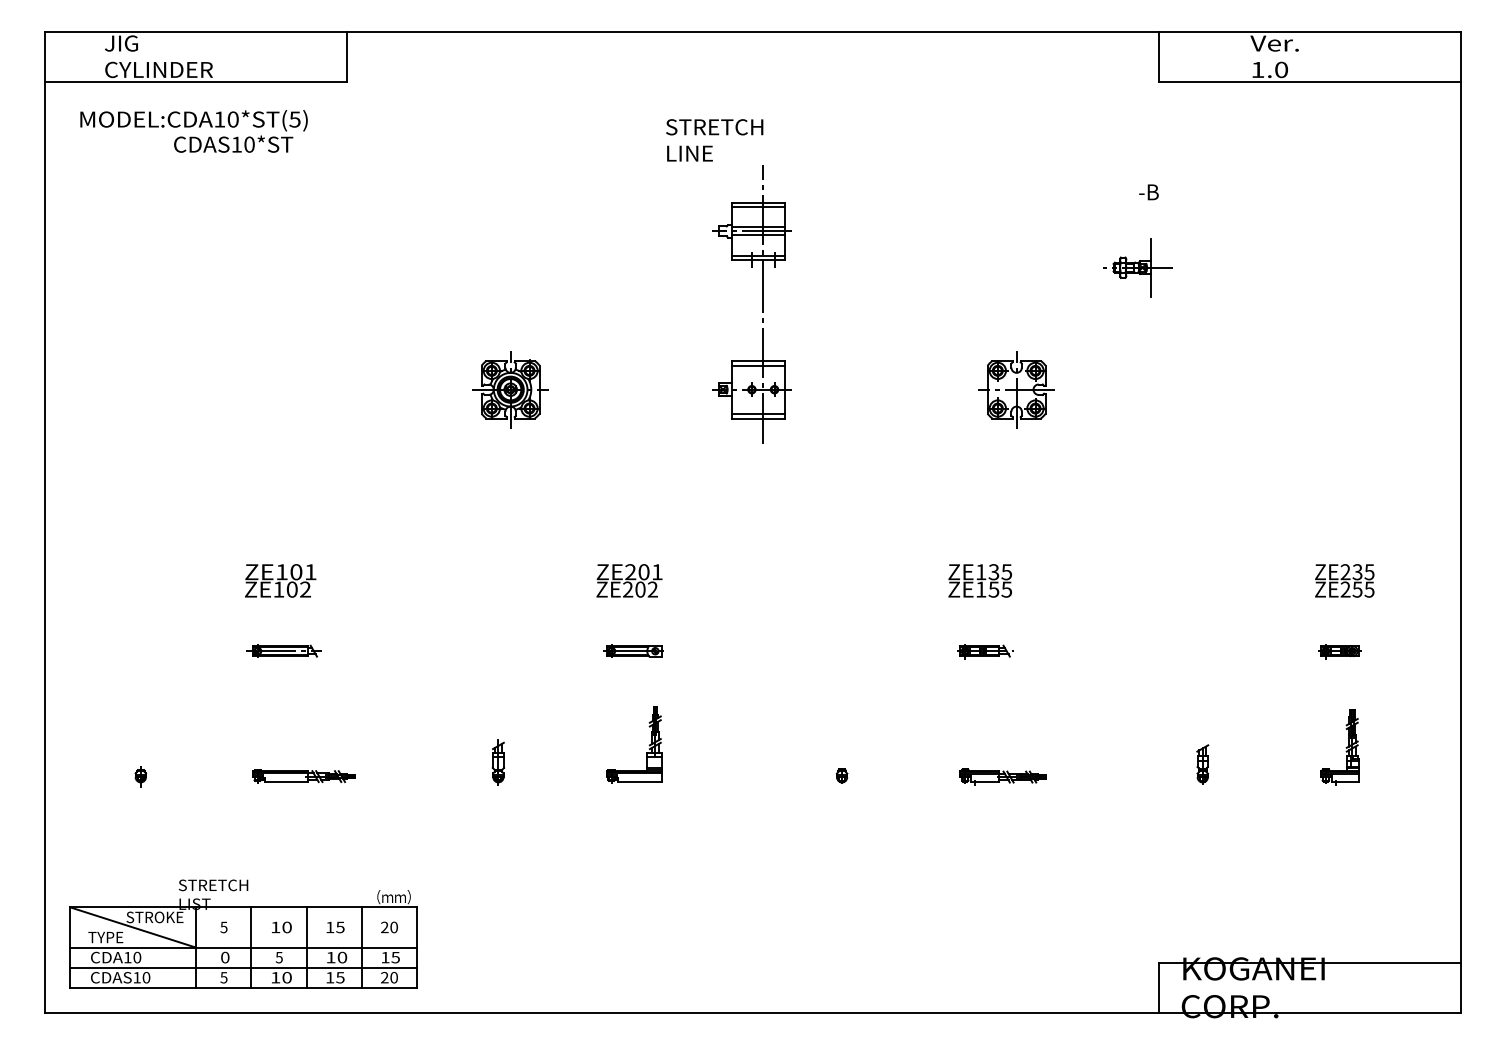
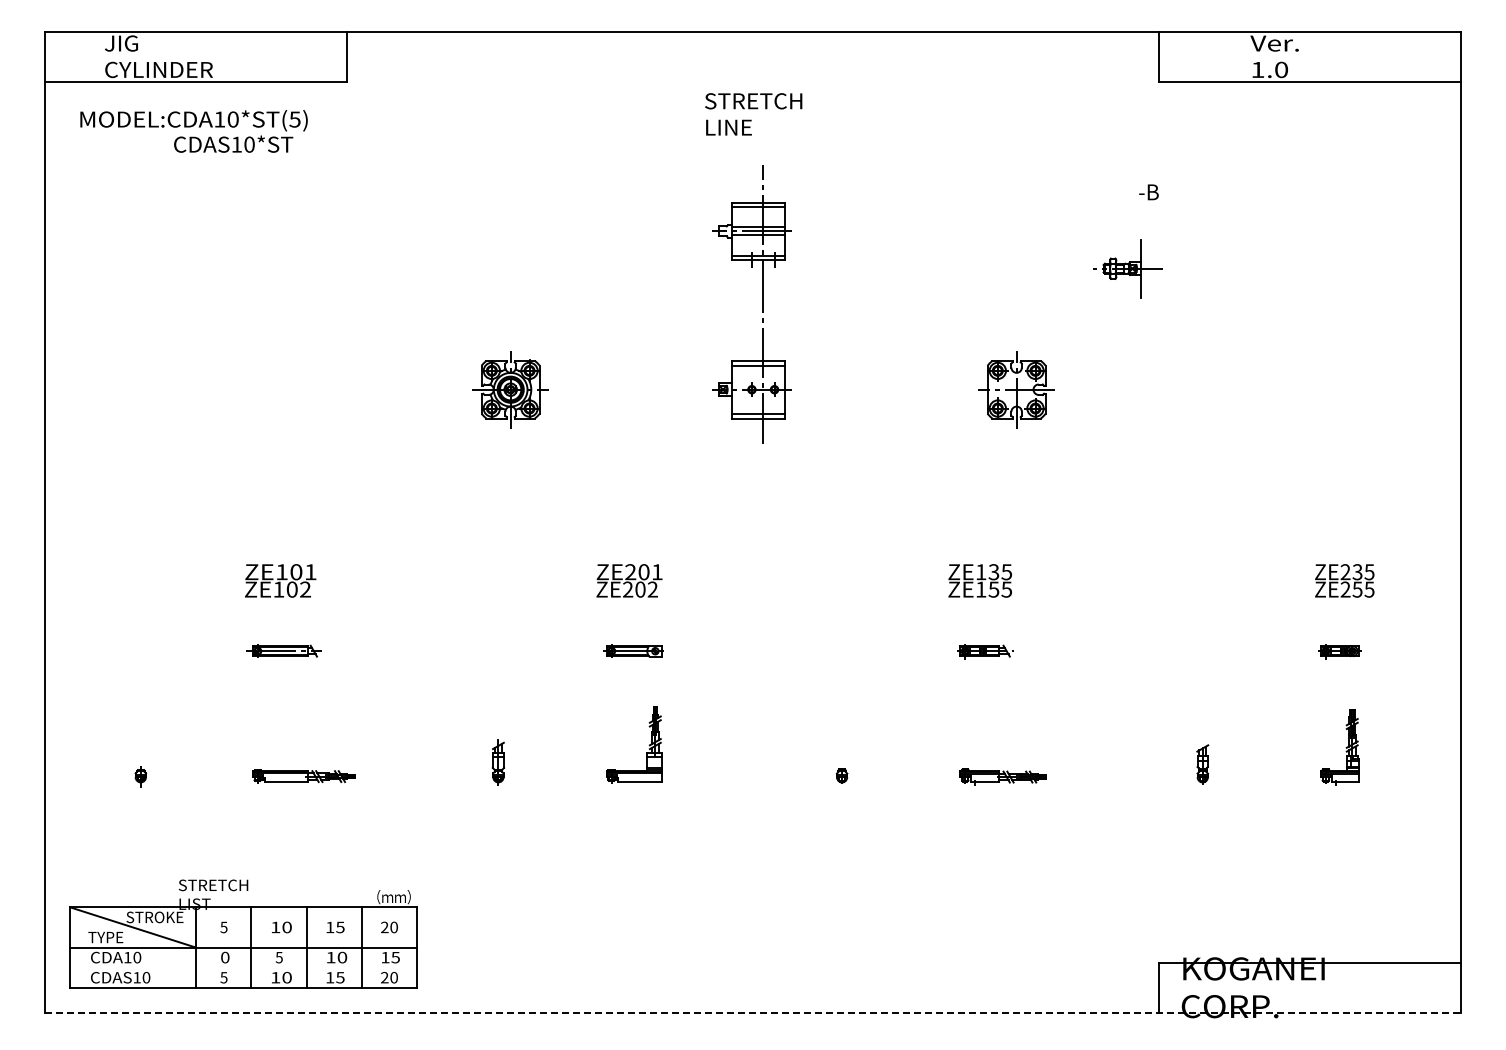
text at (714, 140) position: (714, 140) -> (753, 114)
part at (1137, 267) position: (1137, 267) -> (1127, 268)
line at (243, 967): present -> none
line at (752, 1012): solid -> dashed
